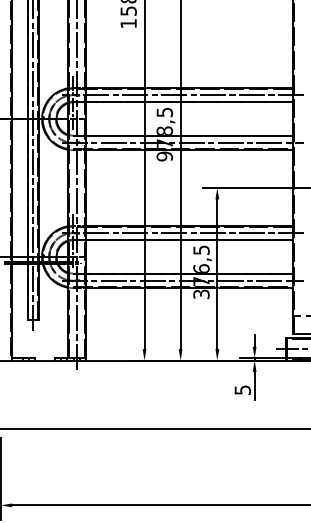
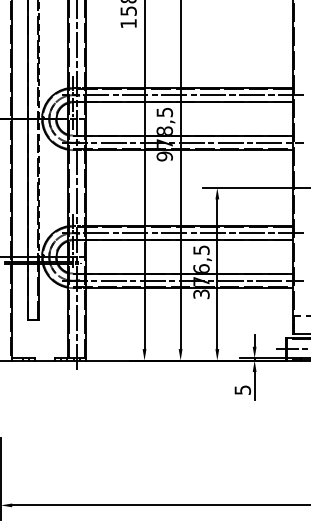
line at (39, 130): solid -> dashed
line at (33, 166): present -> none
line at (154, 429): present -> none
